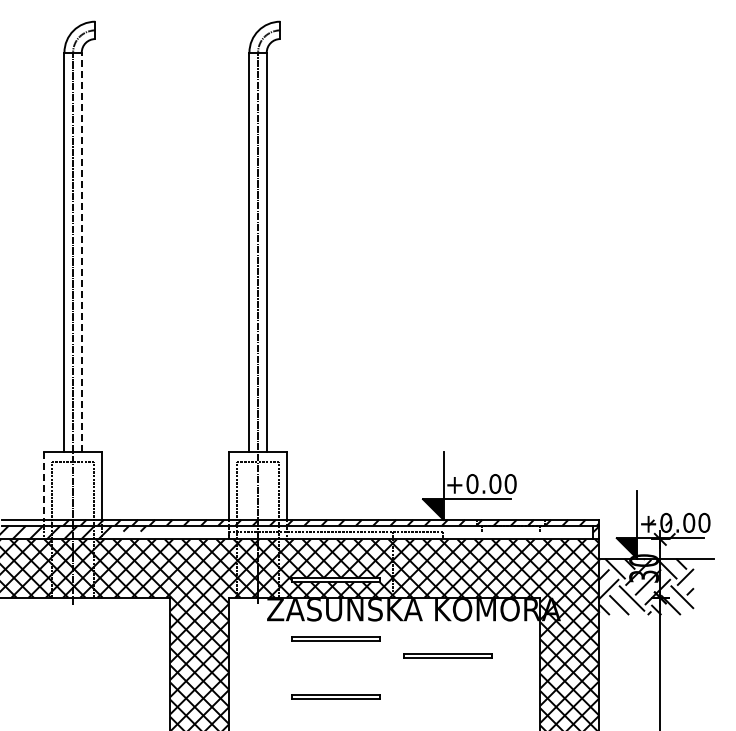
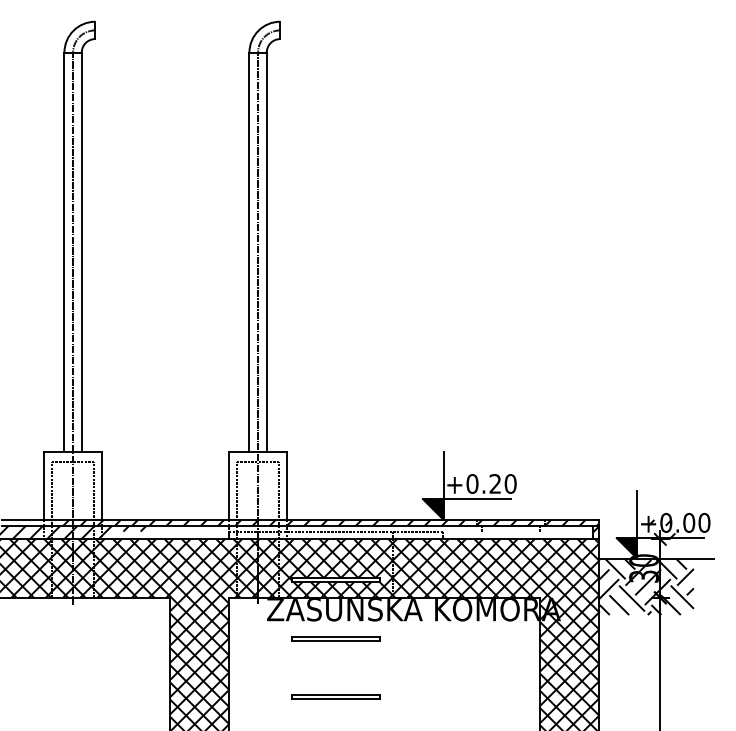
line at (81, 252): dashed -> solid
text at (495, 483): +0.00 -> +0.20
line at (43, 486): dashed -> solid
part at (447, 655): present -> none
